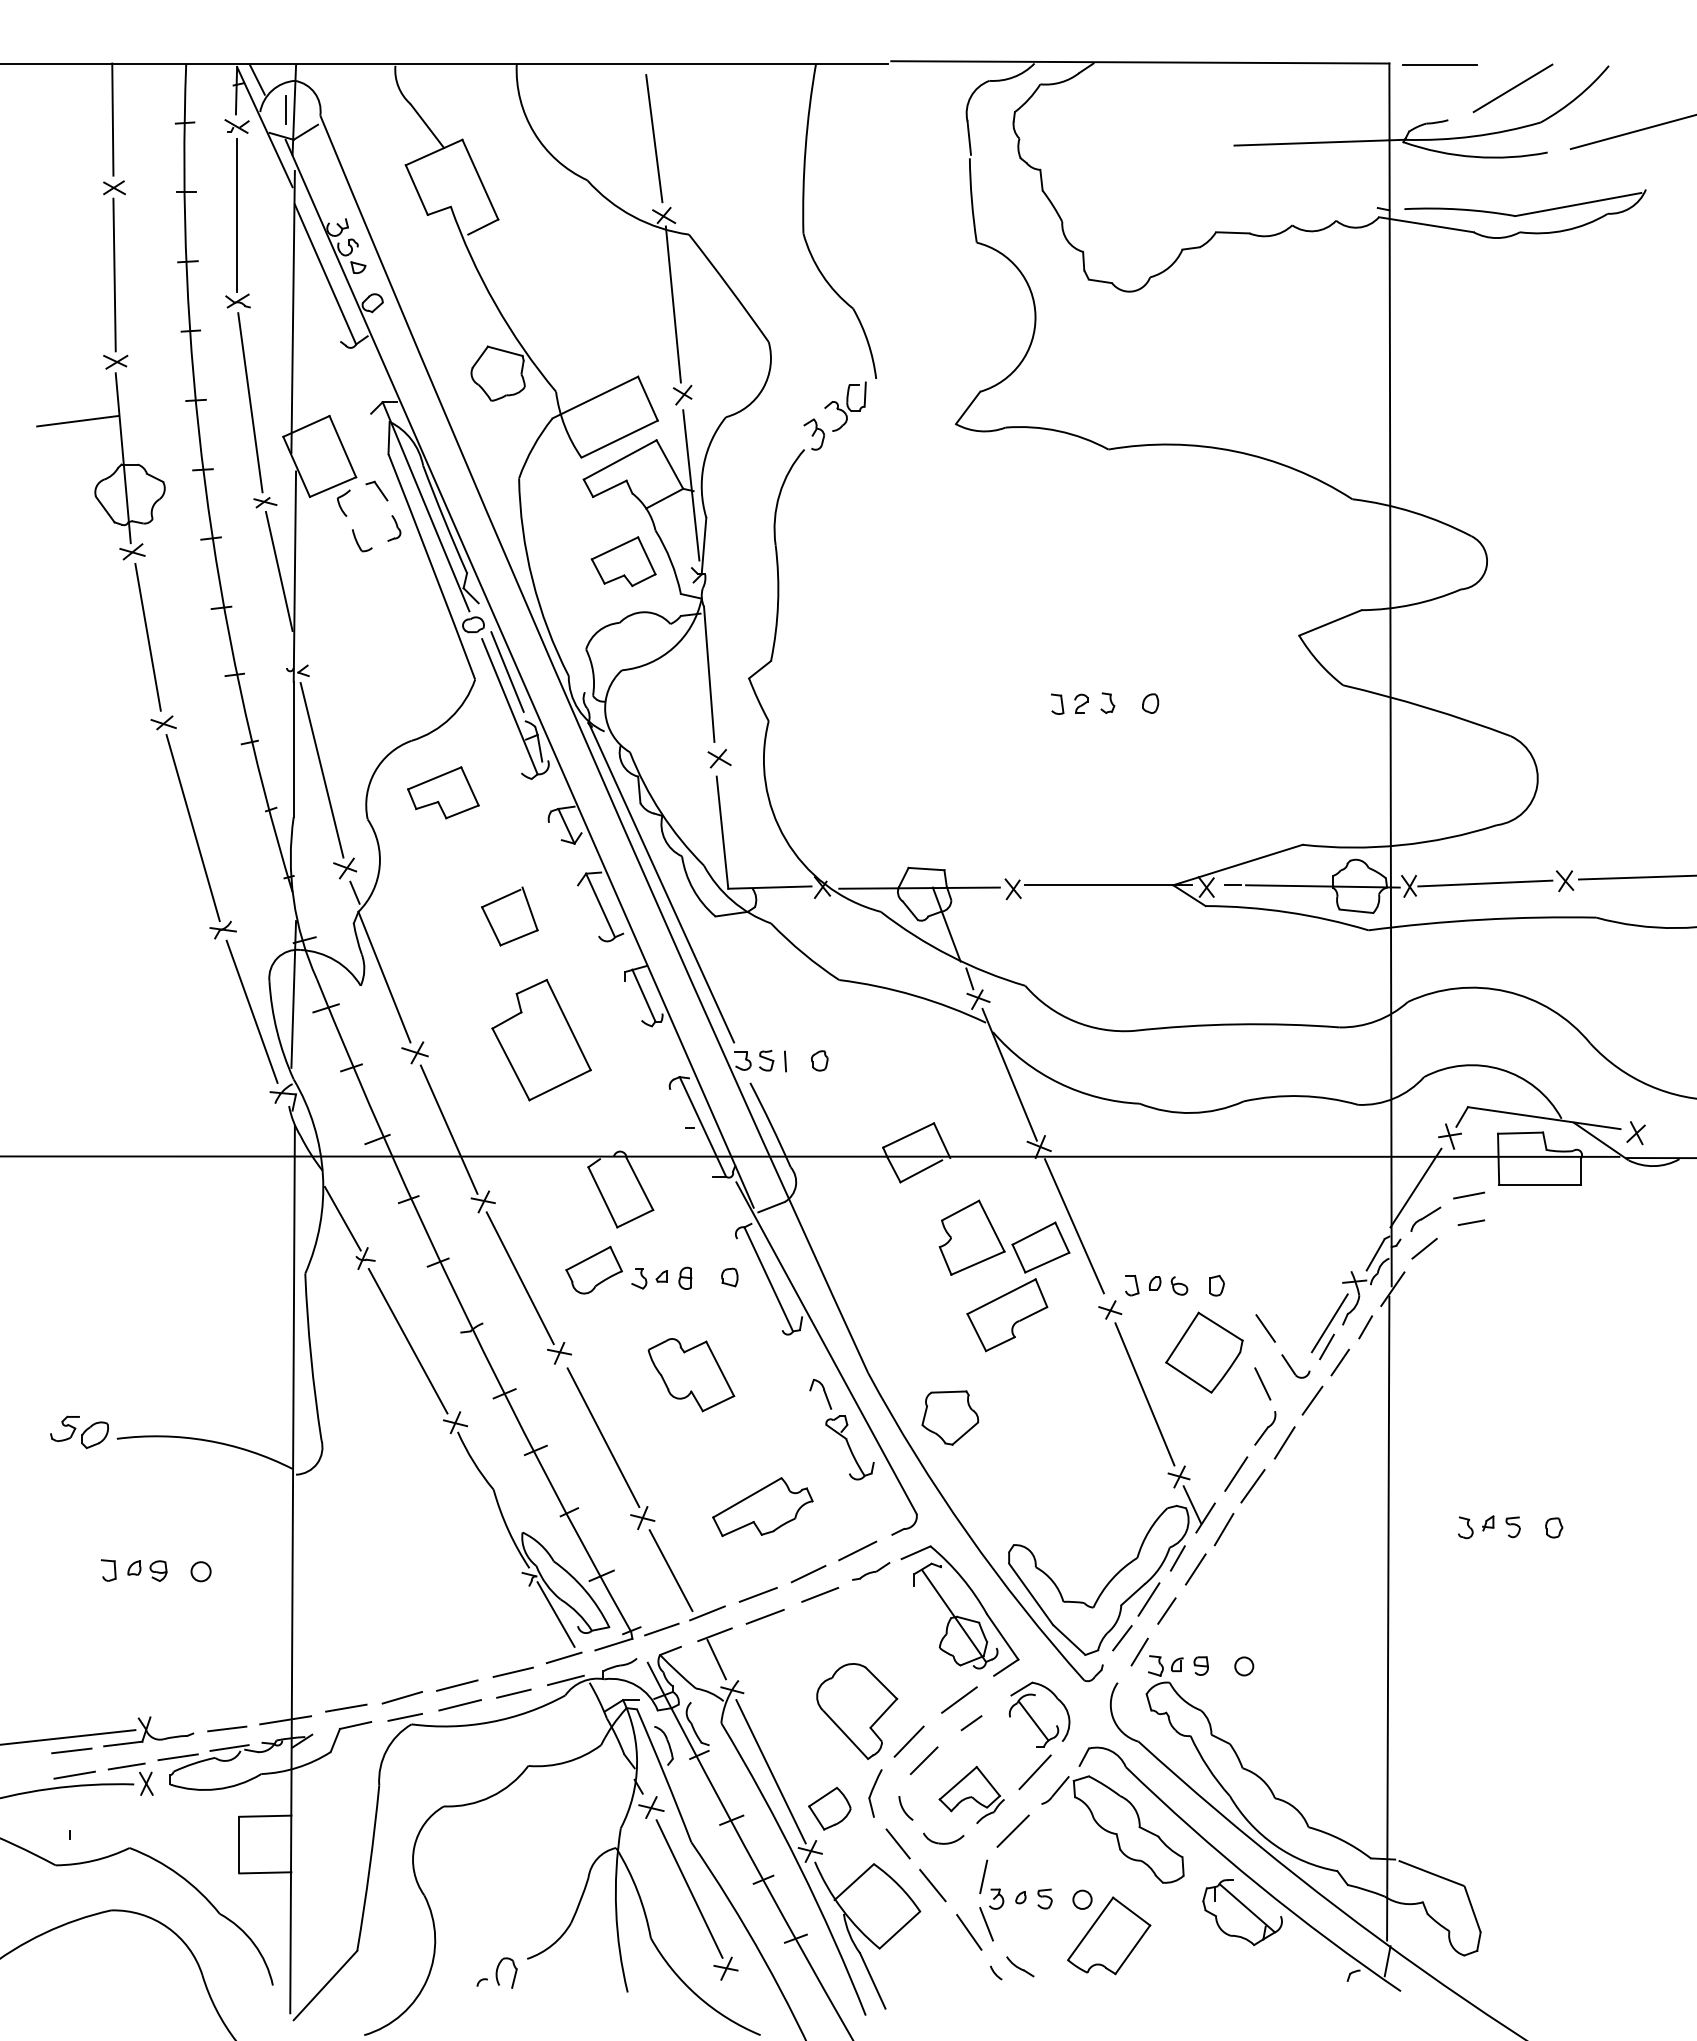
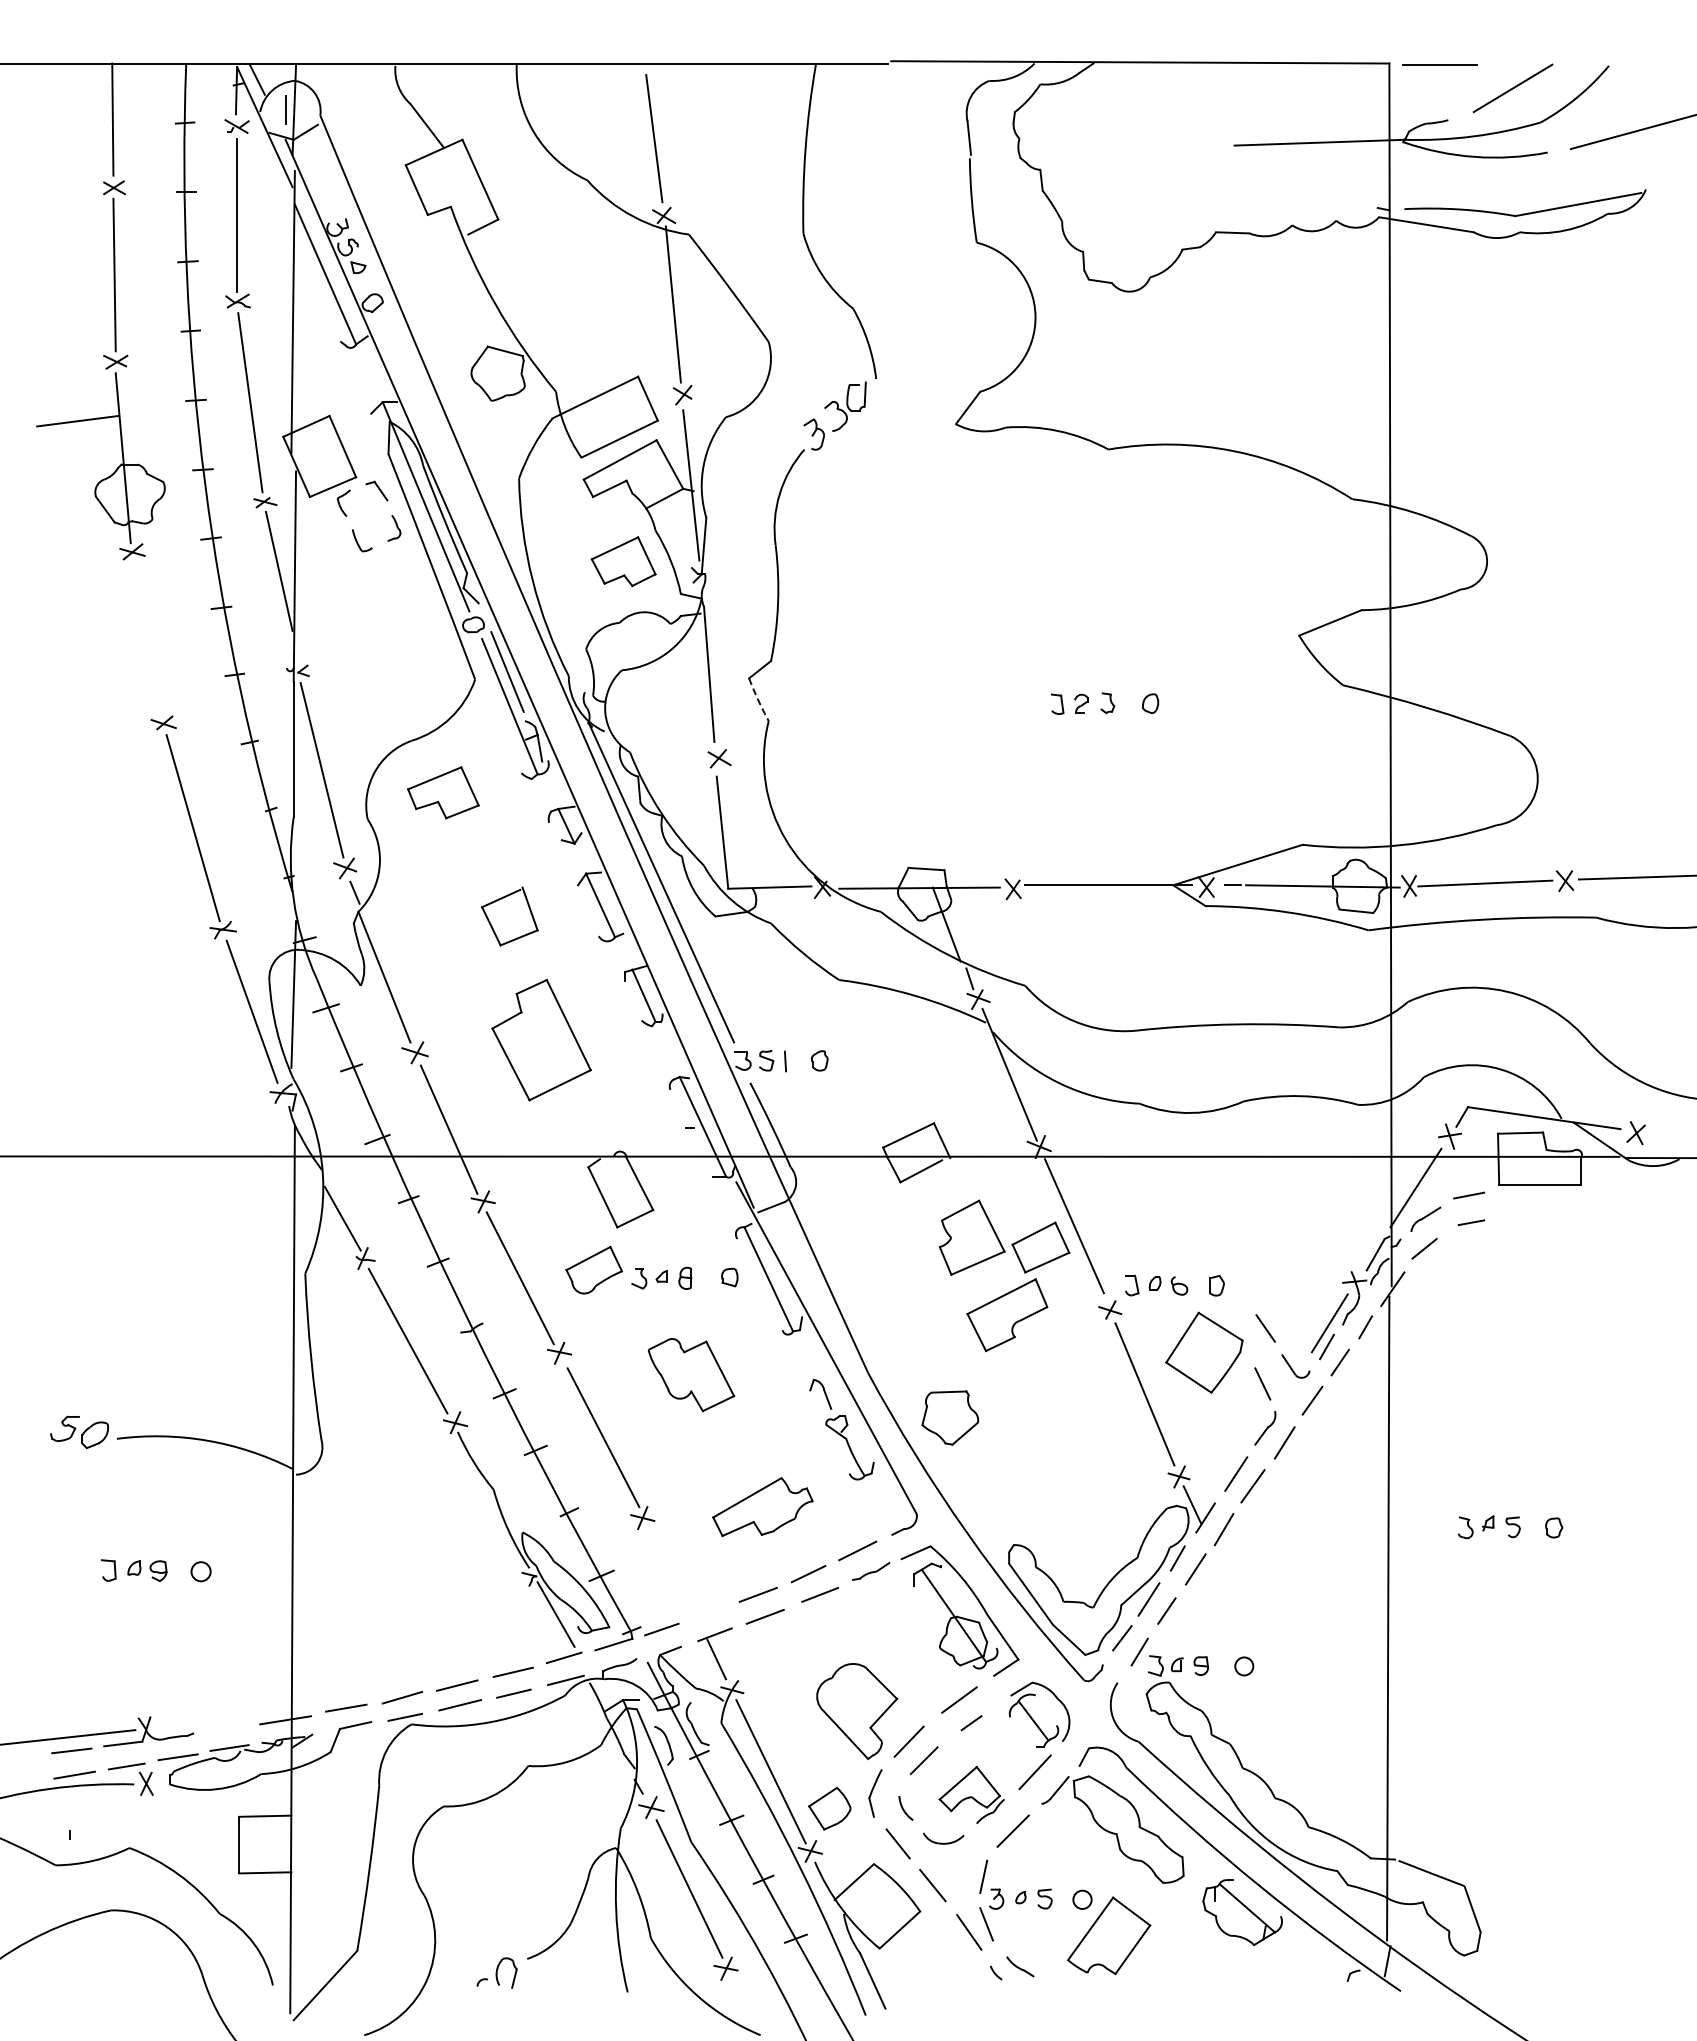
line at (147, 636): present -> none
arc at (758, 700): solid -> dashed
part at (677, 1580): present -> none
line at (227, 1728): present -> none
